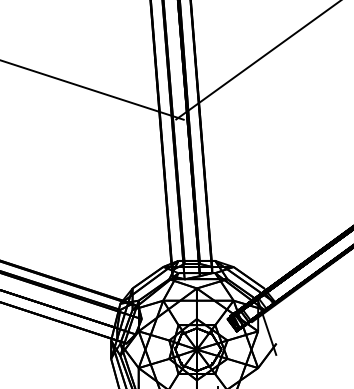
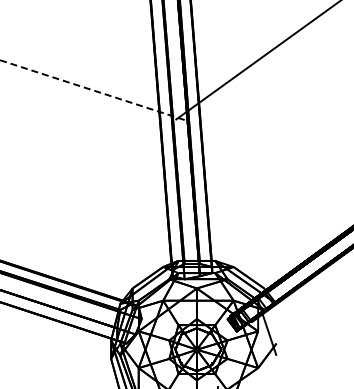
line at (92, 90): solid -> dashed
